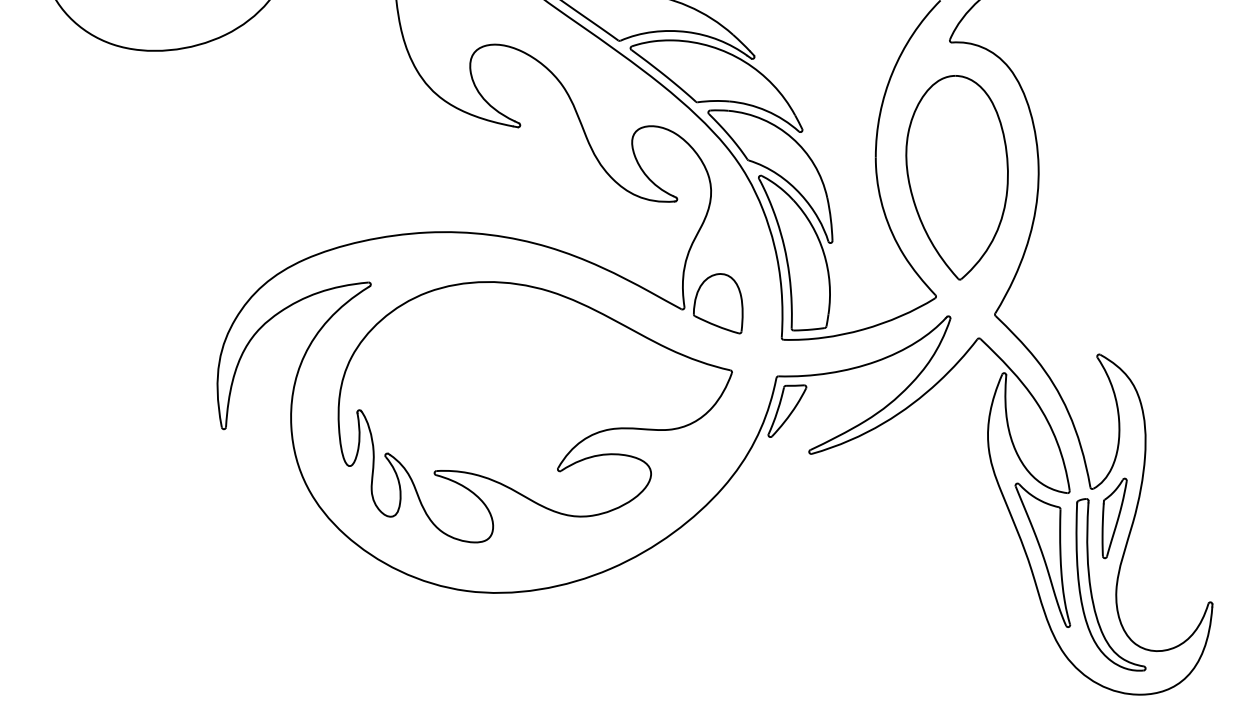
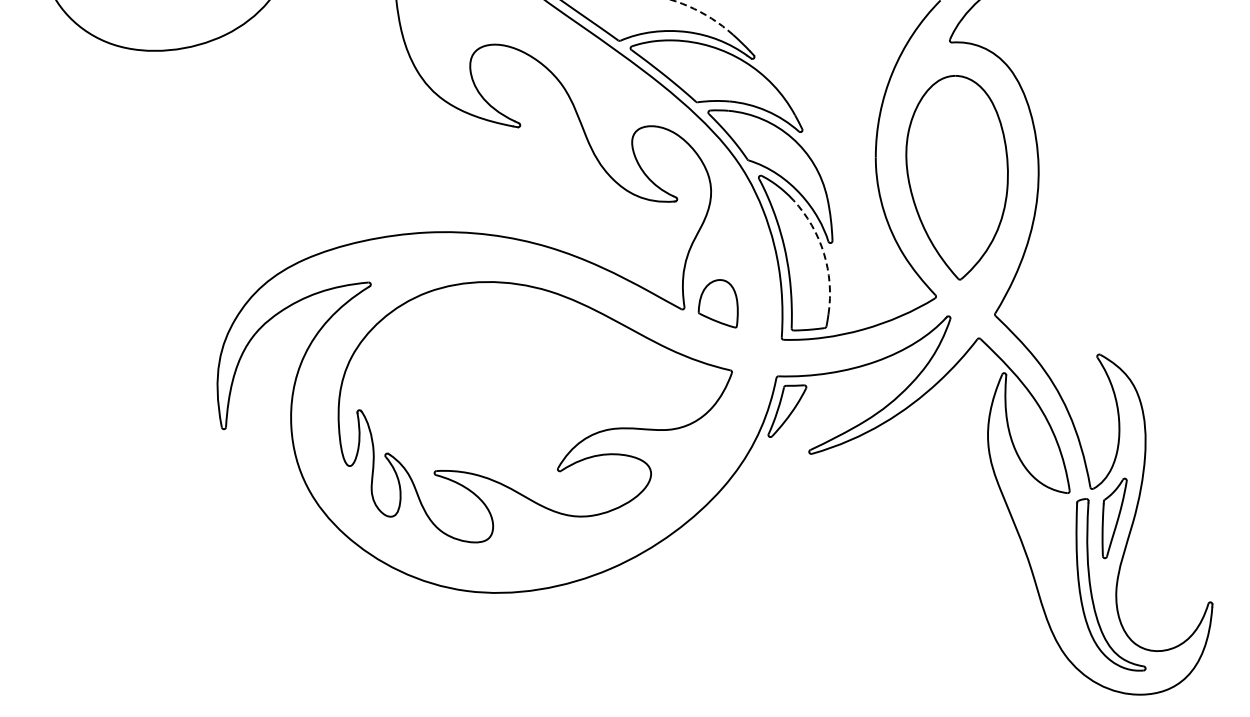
arc at (703, 13): solid -> dashed
arc at (823, 253): solid -> dashed
part at (718, 303) size: 51x62 px -> 42x50 px
part at (1042, 554): present -> none
